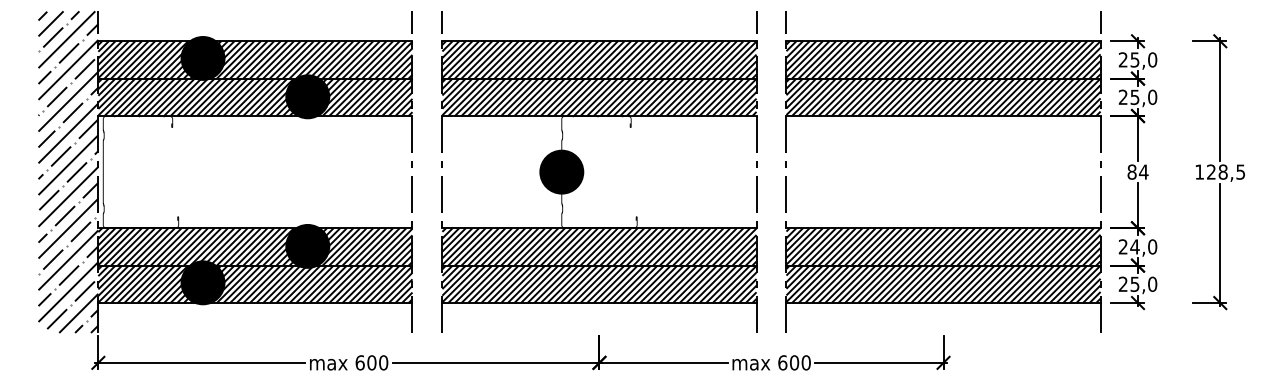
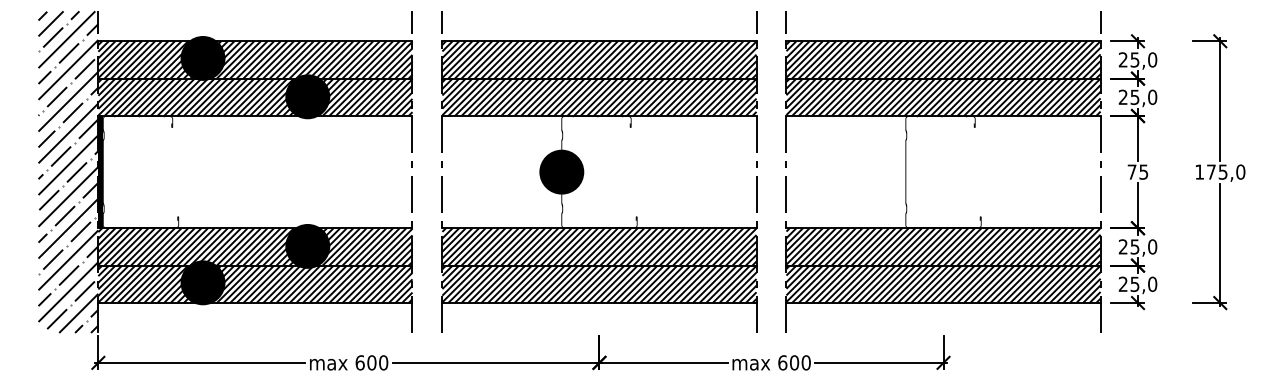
text at (1137, 171): 84 -> 75
text at (1226, 171): 128,5 -> 175,0
fill at (100, 172): none -> present
fill at (943, 172): none -> present
text at (1134, 246): 24,0 -> 25,0
